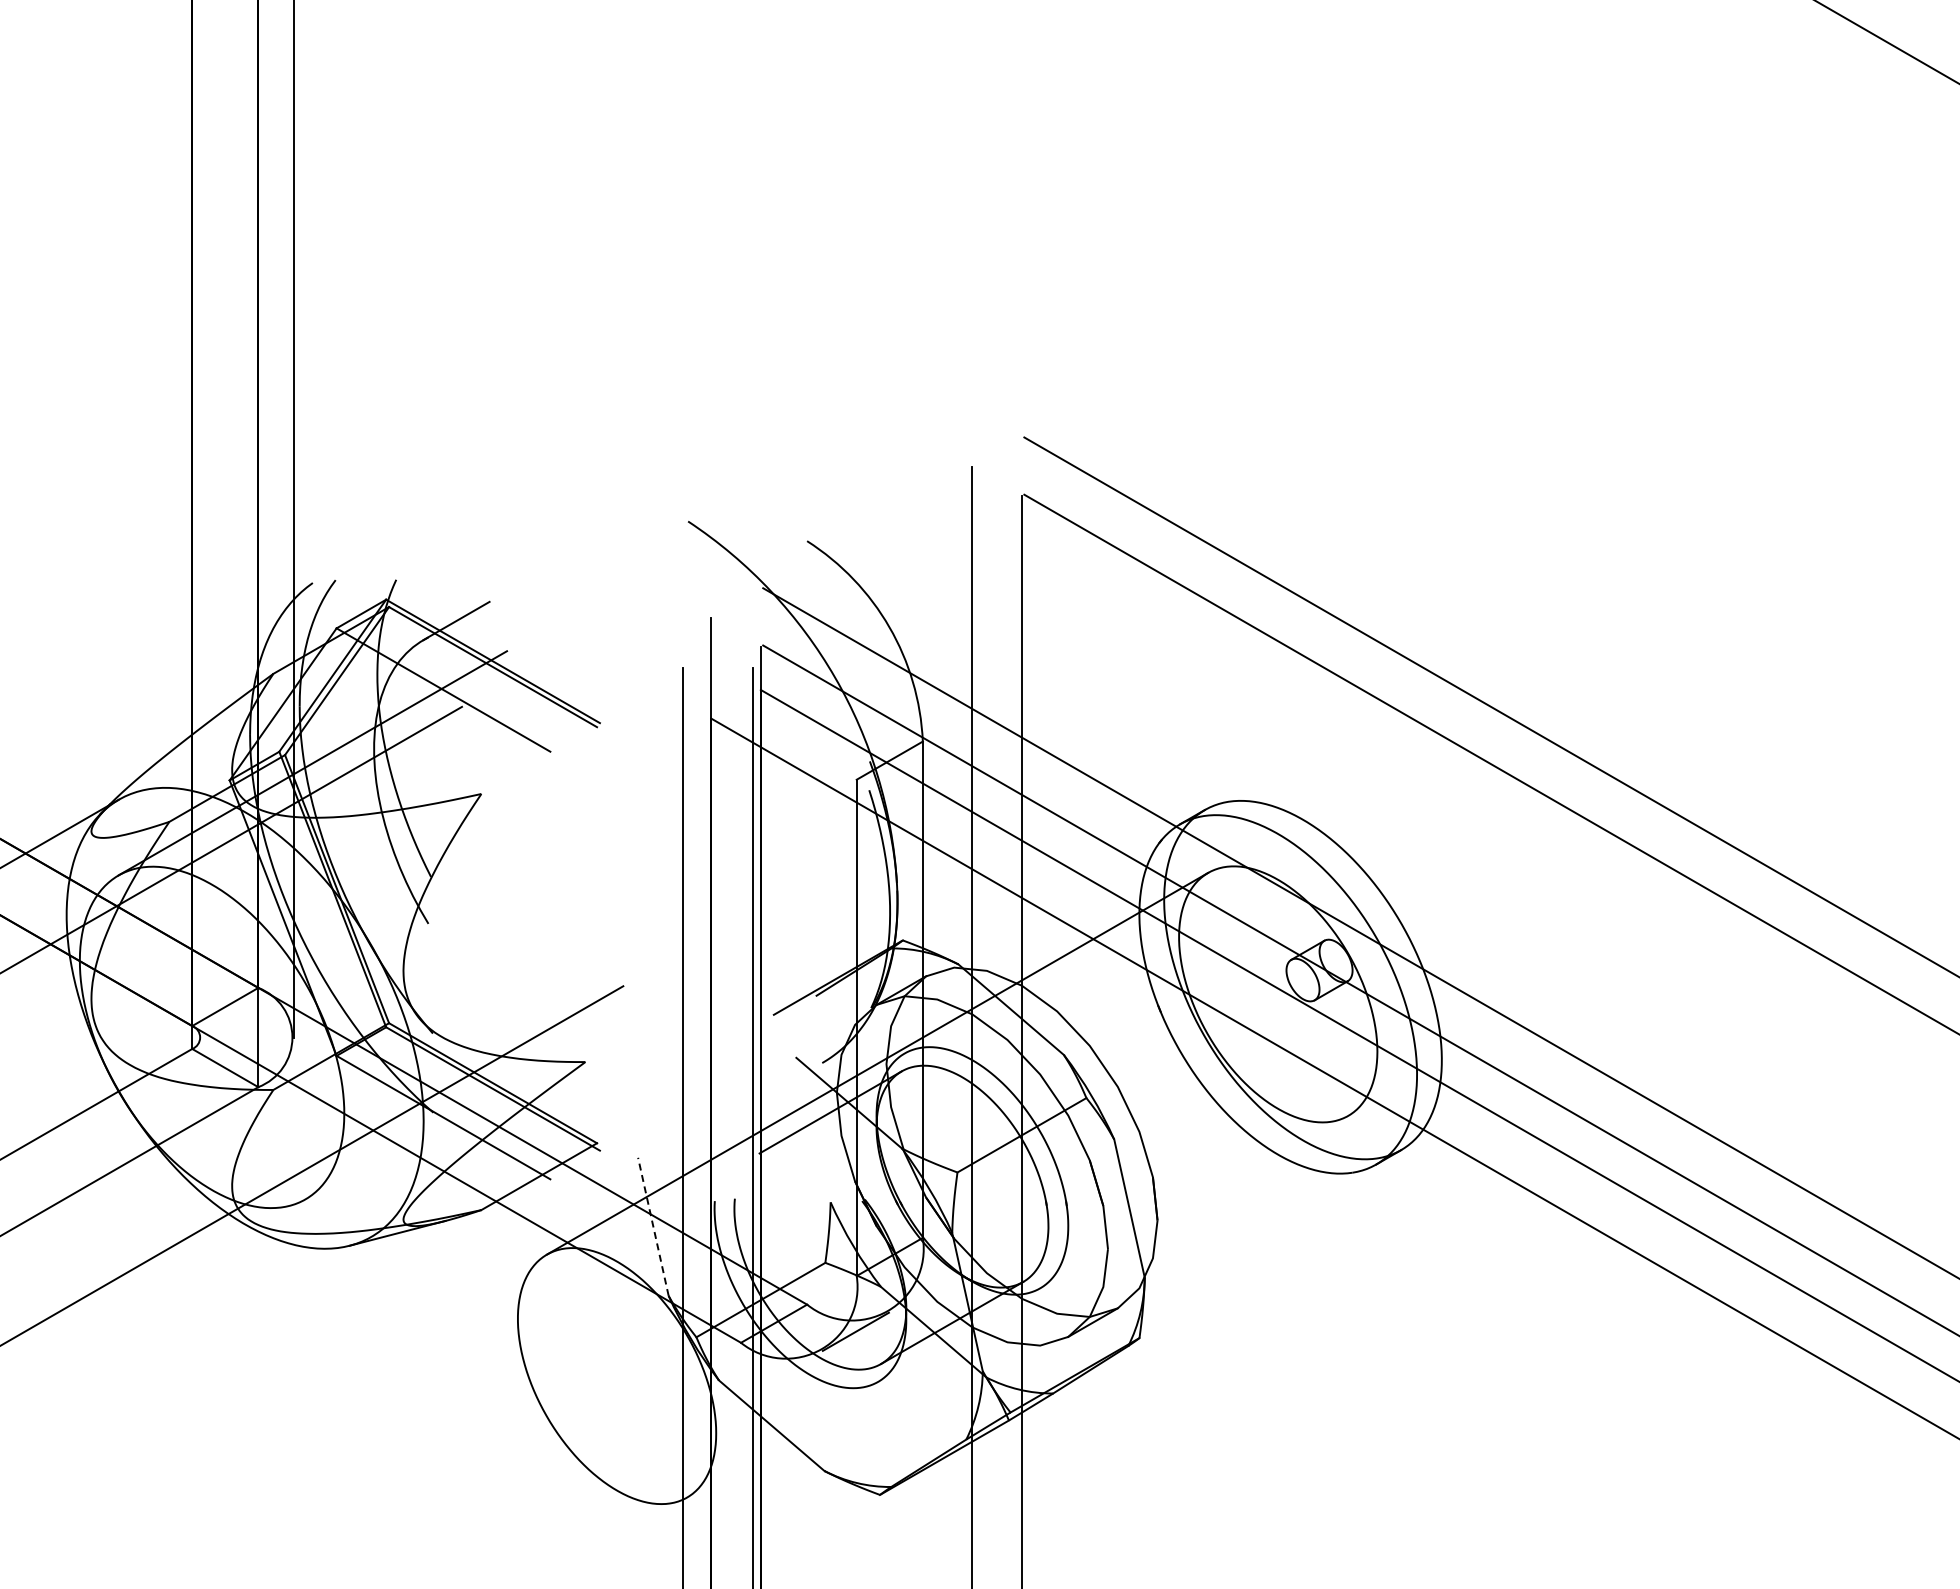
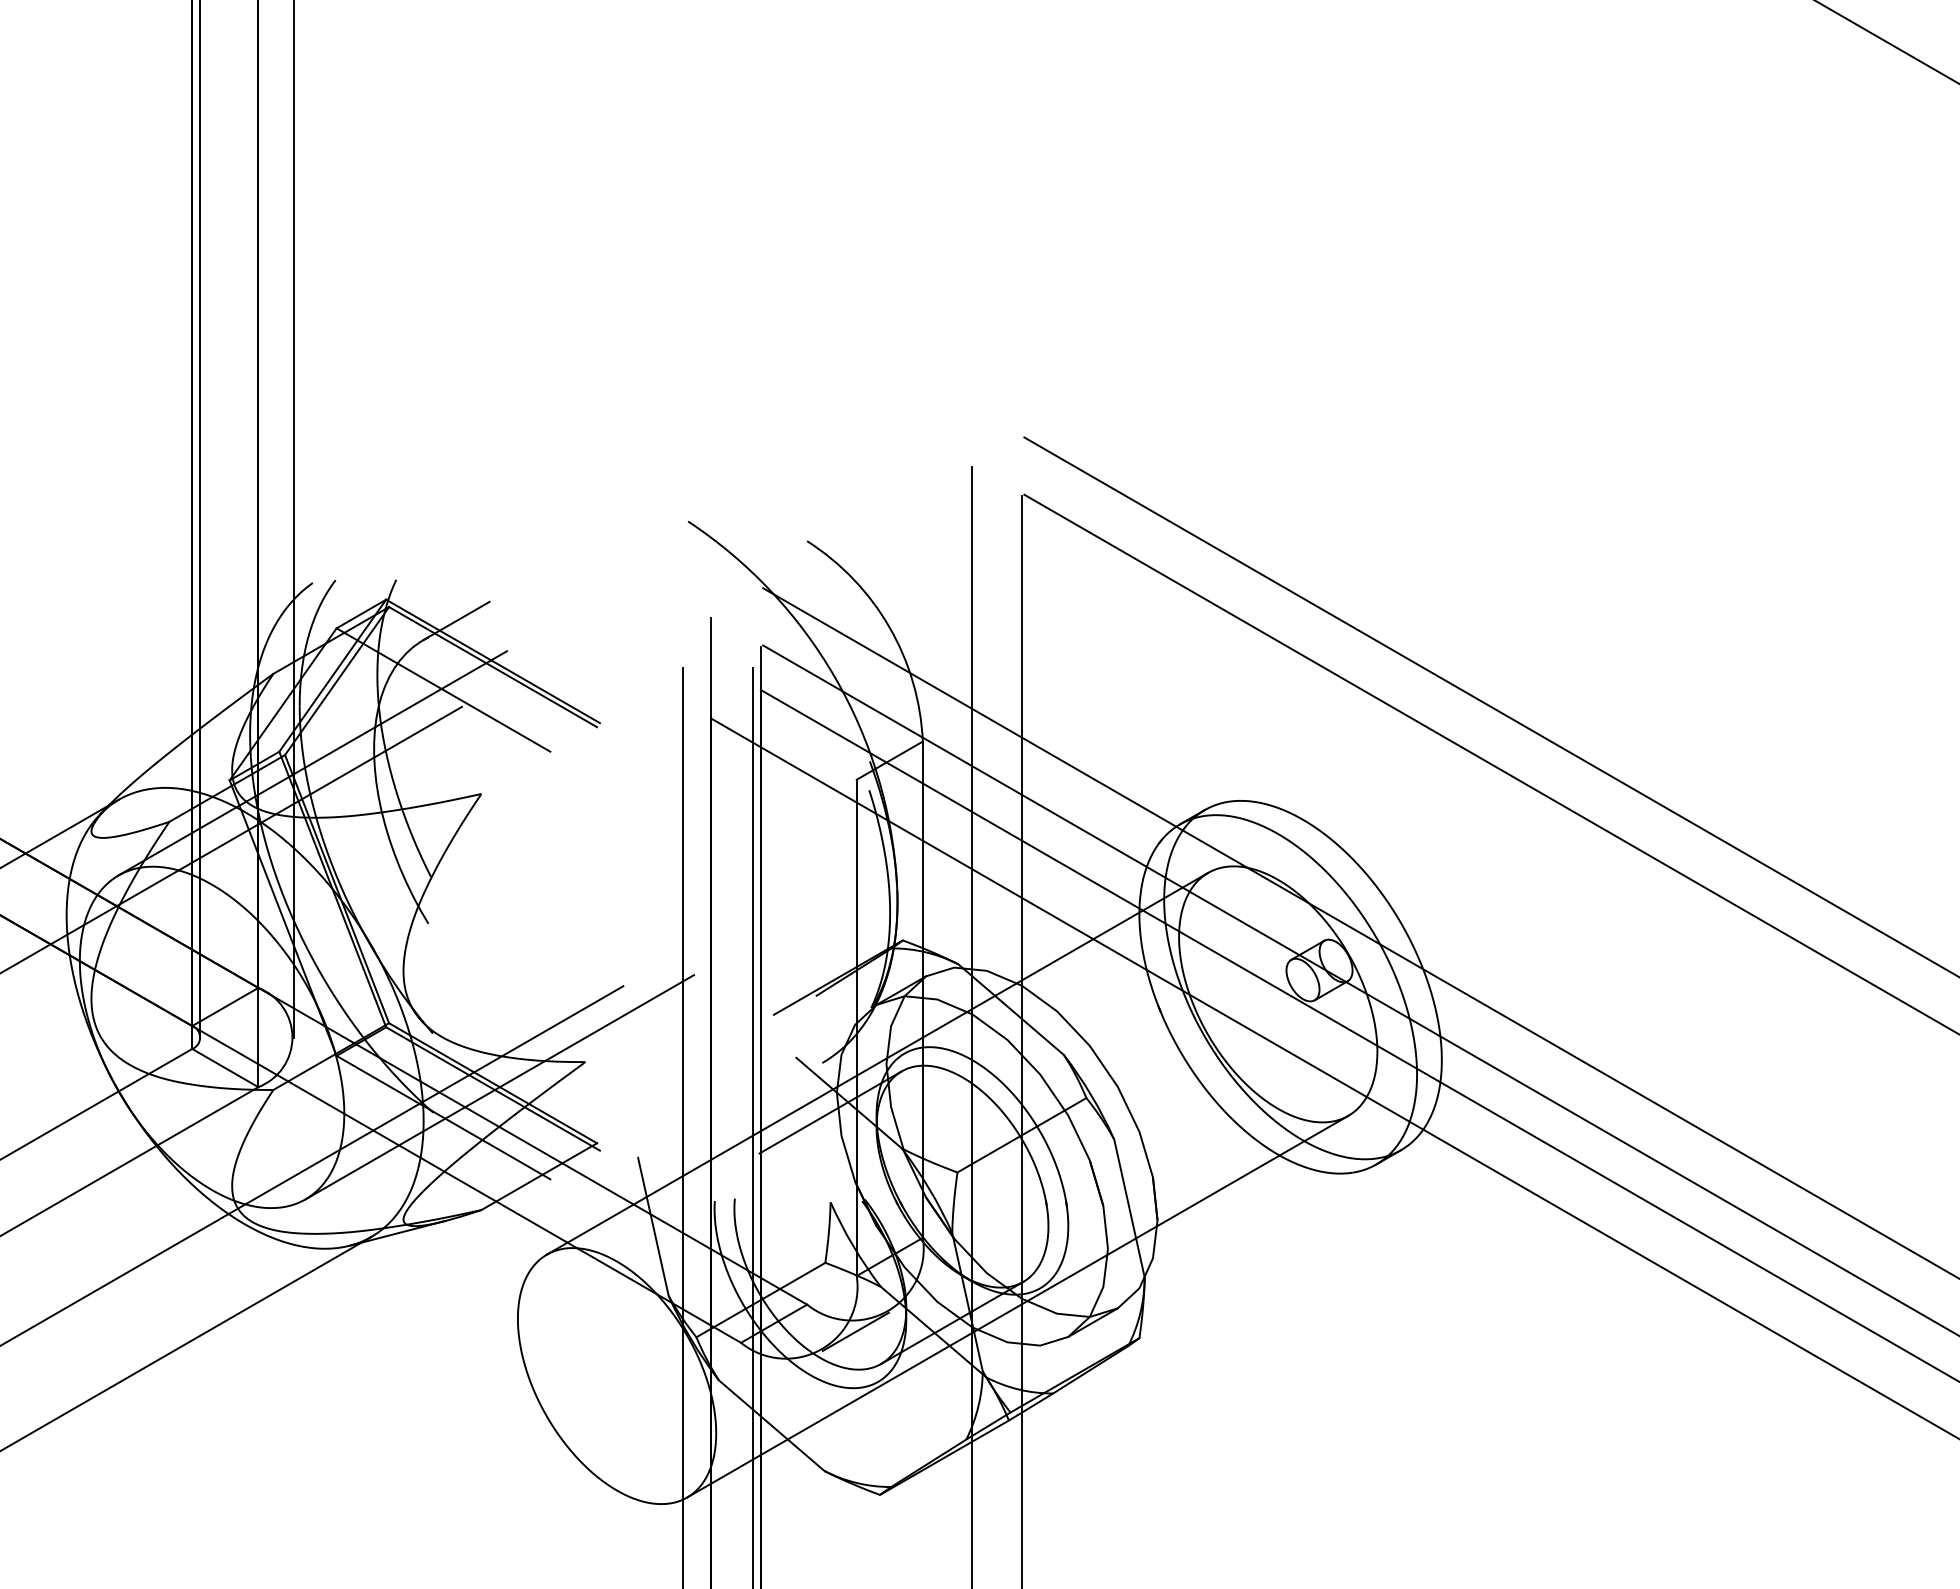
line at (200, 519): none -> present
line at (499, 1087): none -> present
line at (653, 1226): dashed -> solid
line at (1017, 1306): none -> present
line at (186, 1343): none -> present
